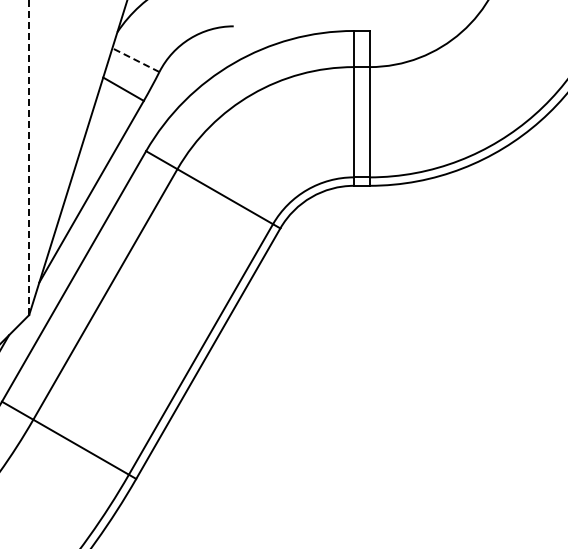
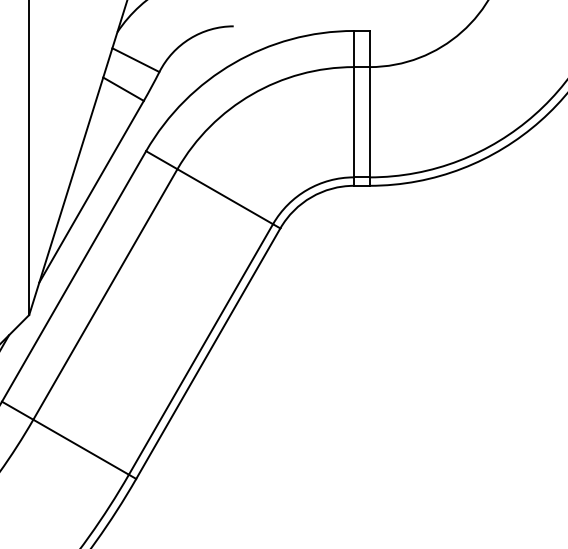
line at (135, 59): dashed -> solid
line at (29, 157): dashed -> solid
